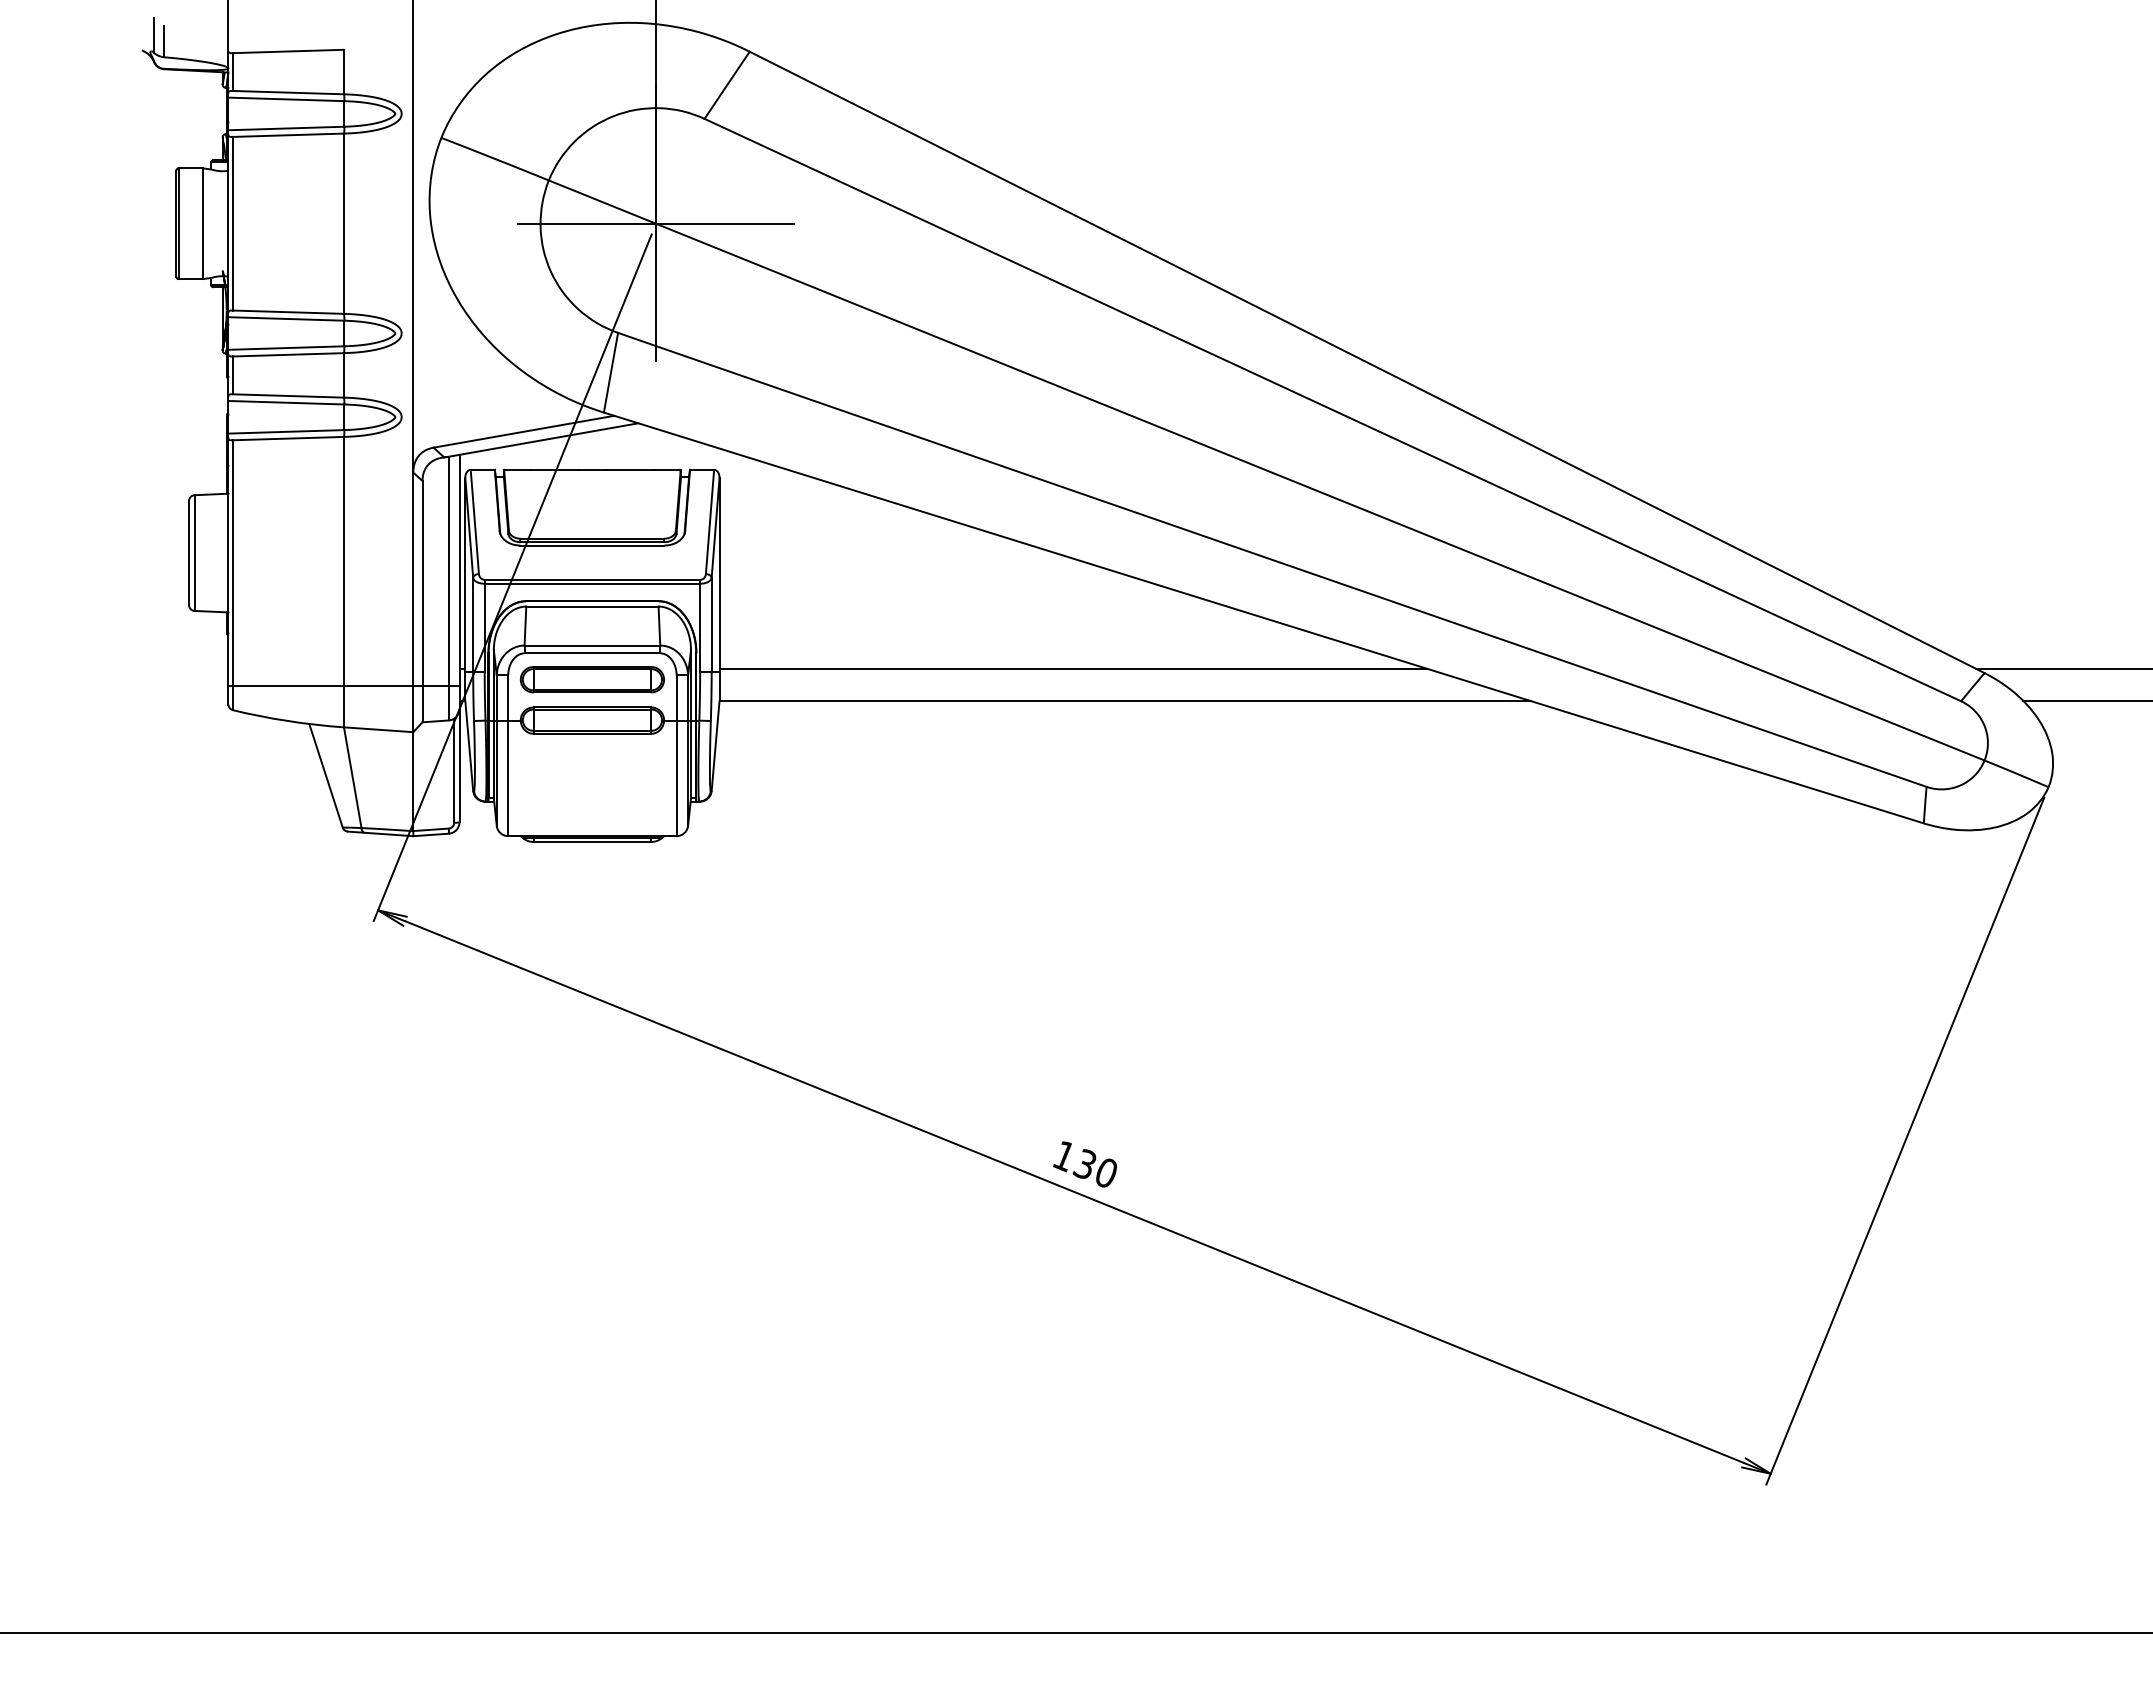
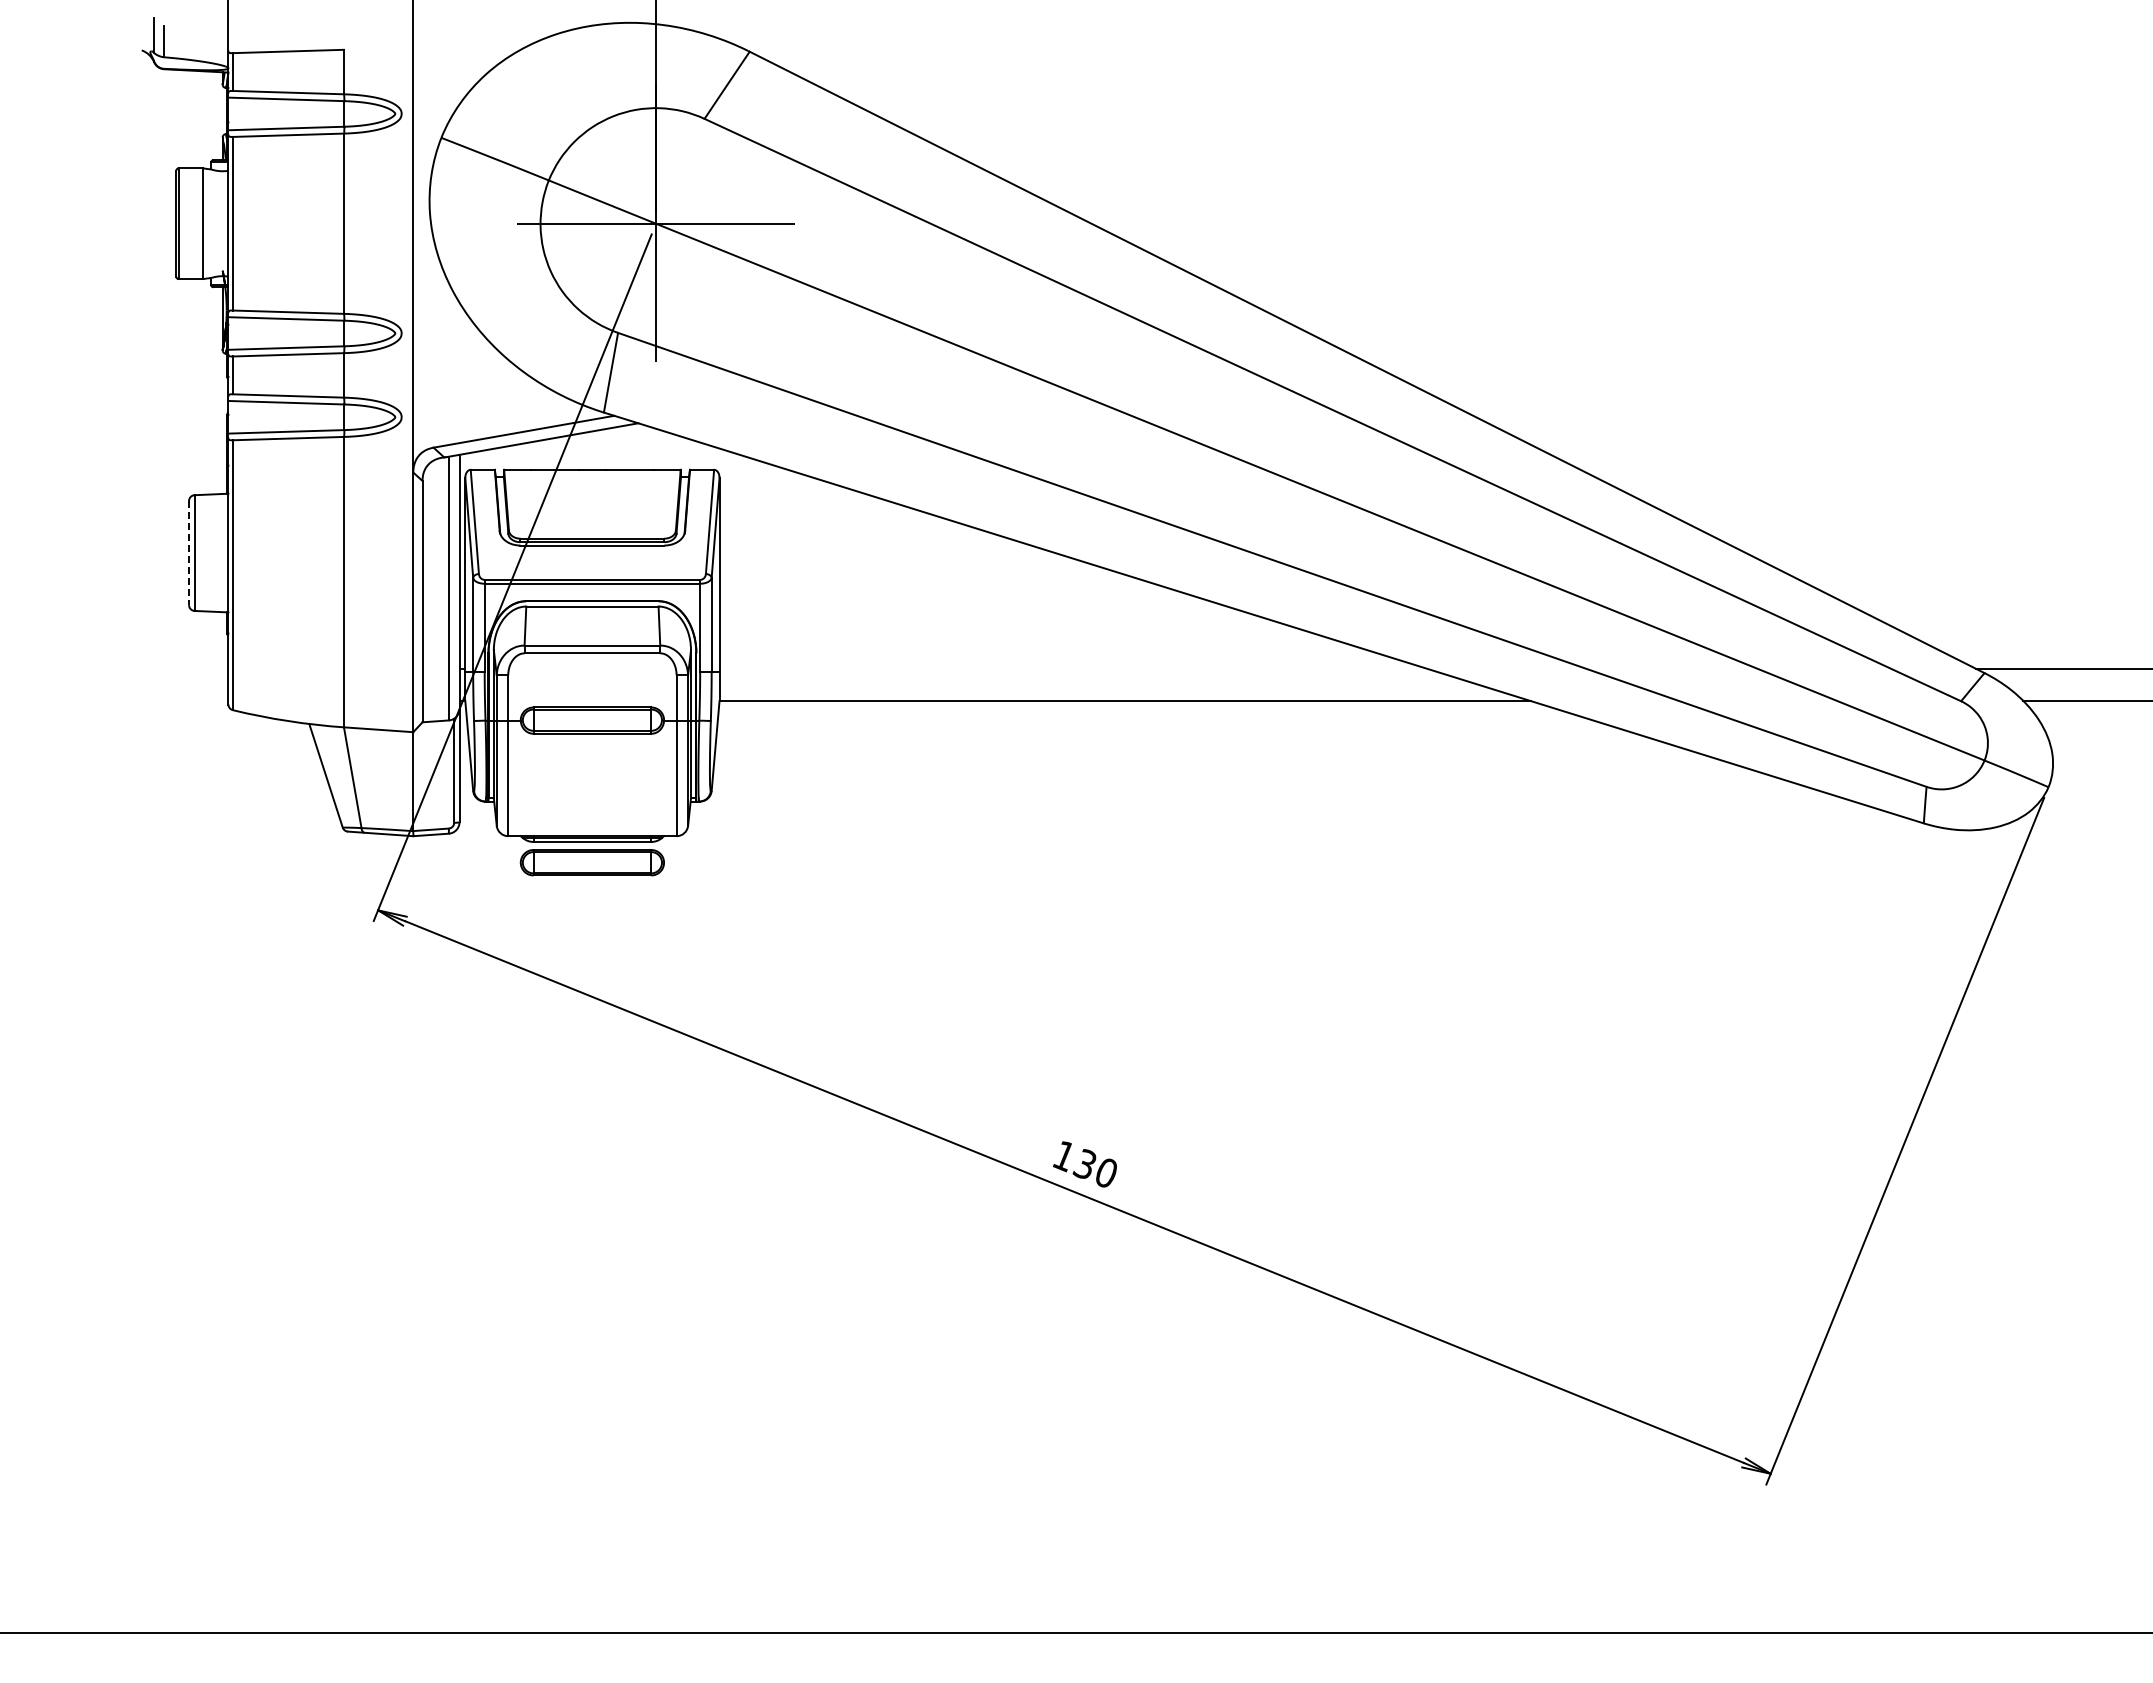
line at (189, 553): solid -> dashed
line at (1072, 668): present -> none
part at (591, 679) position: (591, 679) -> (591, 862)
line at (343, 685): present -> none
